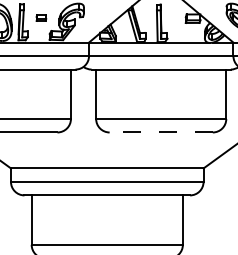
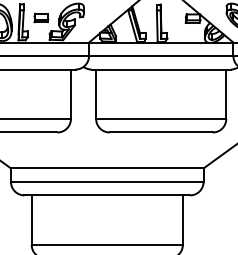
part at (41, 17) size: 13x8 px -> 17x12 px
line at (161, 132): dashed -> solid
